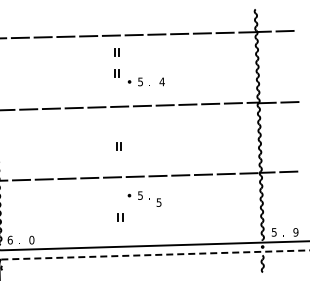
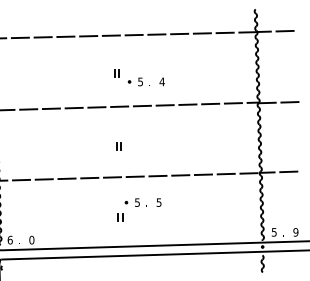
part at (116, 52): present -> none
part at (138, 195) position: (138, 195) -> (135, 202)
line at (156, 254): dashed -> solid
